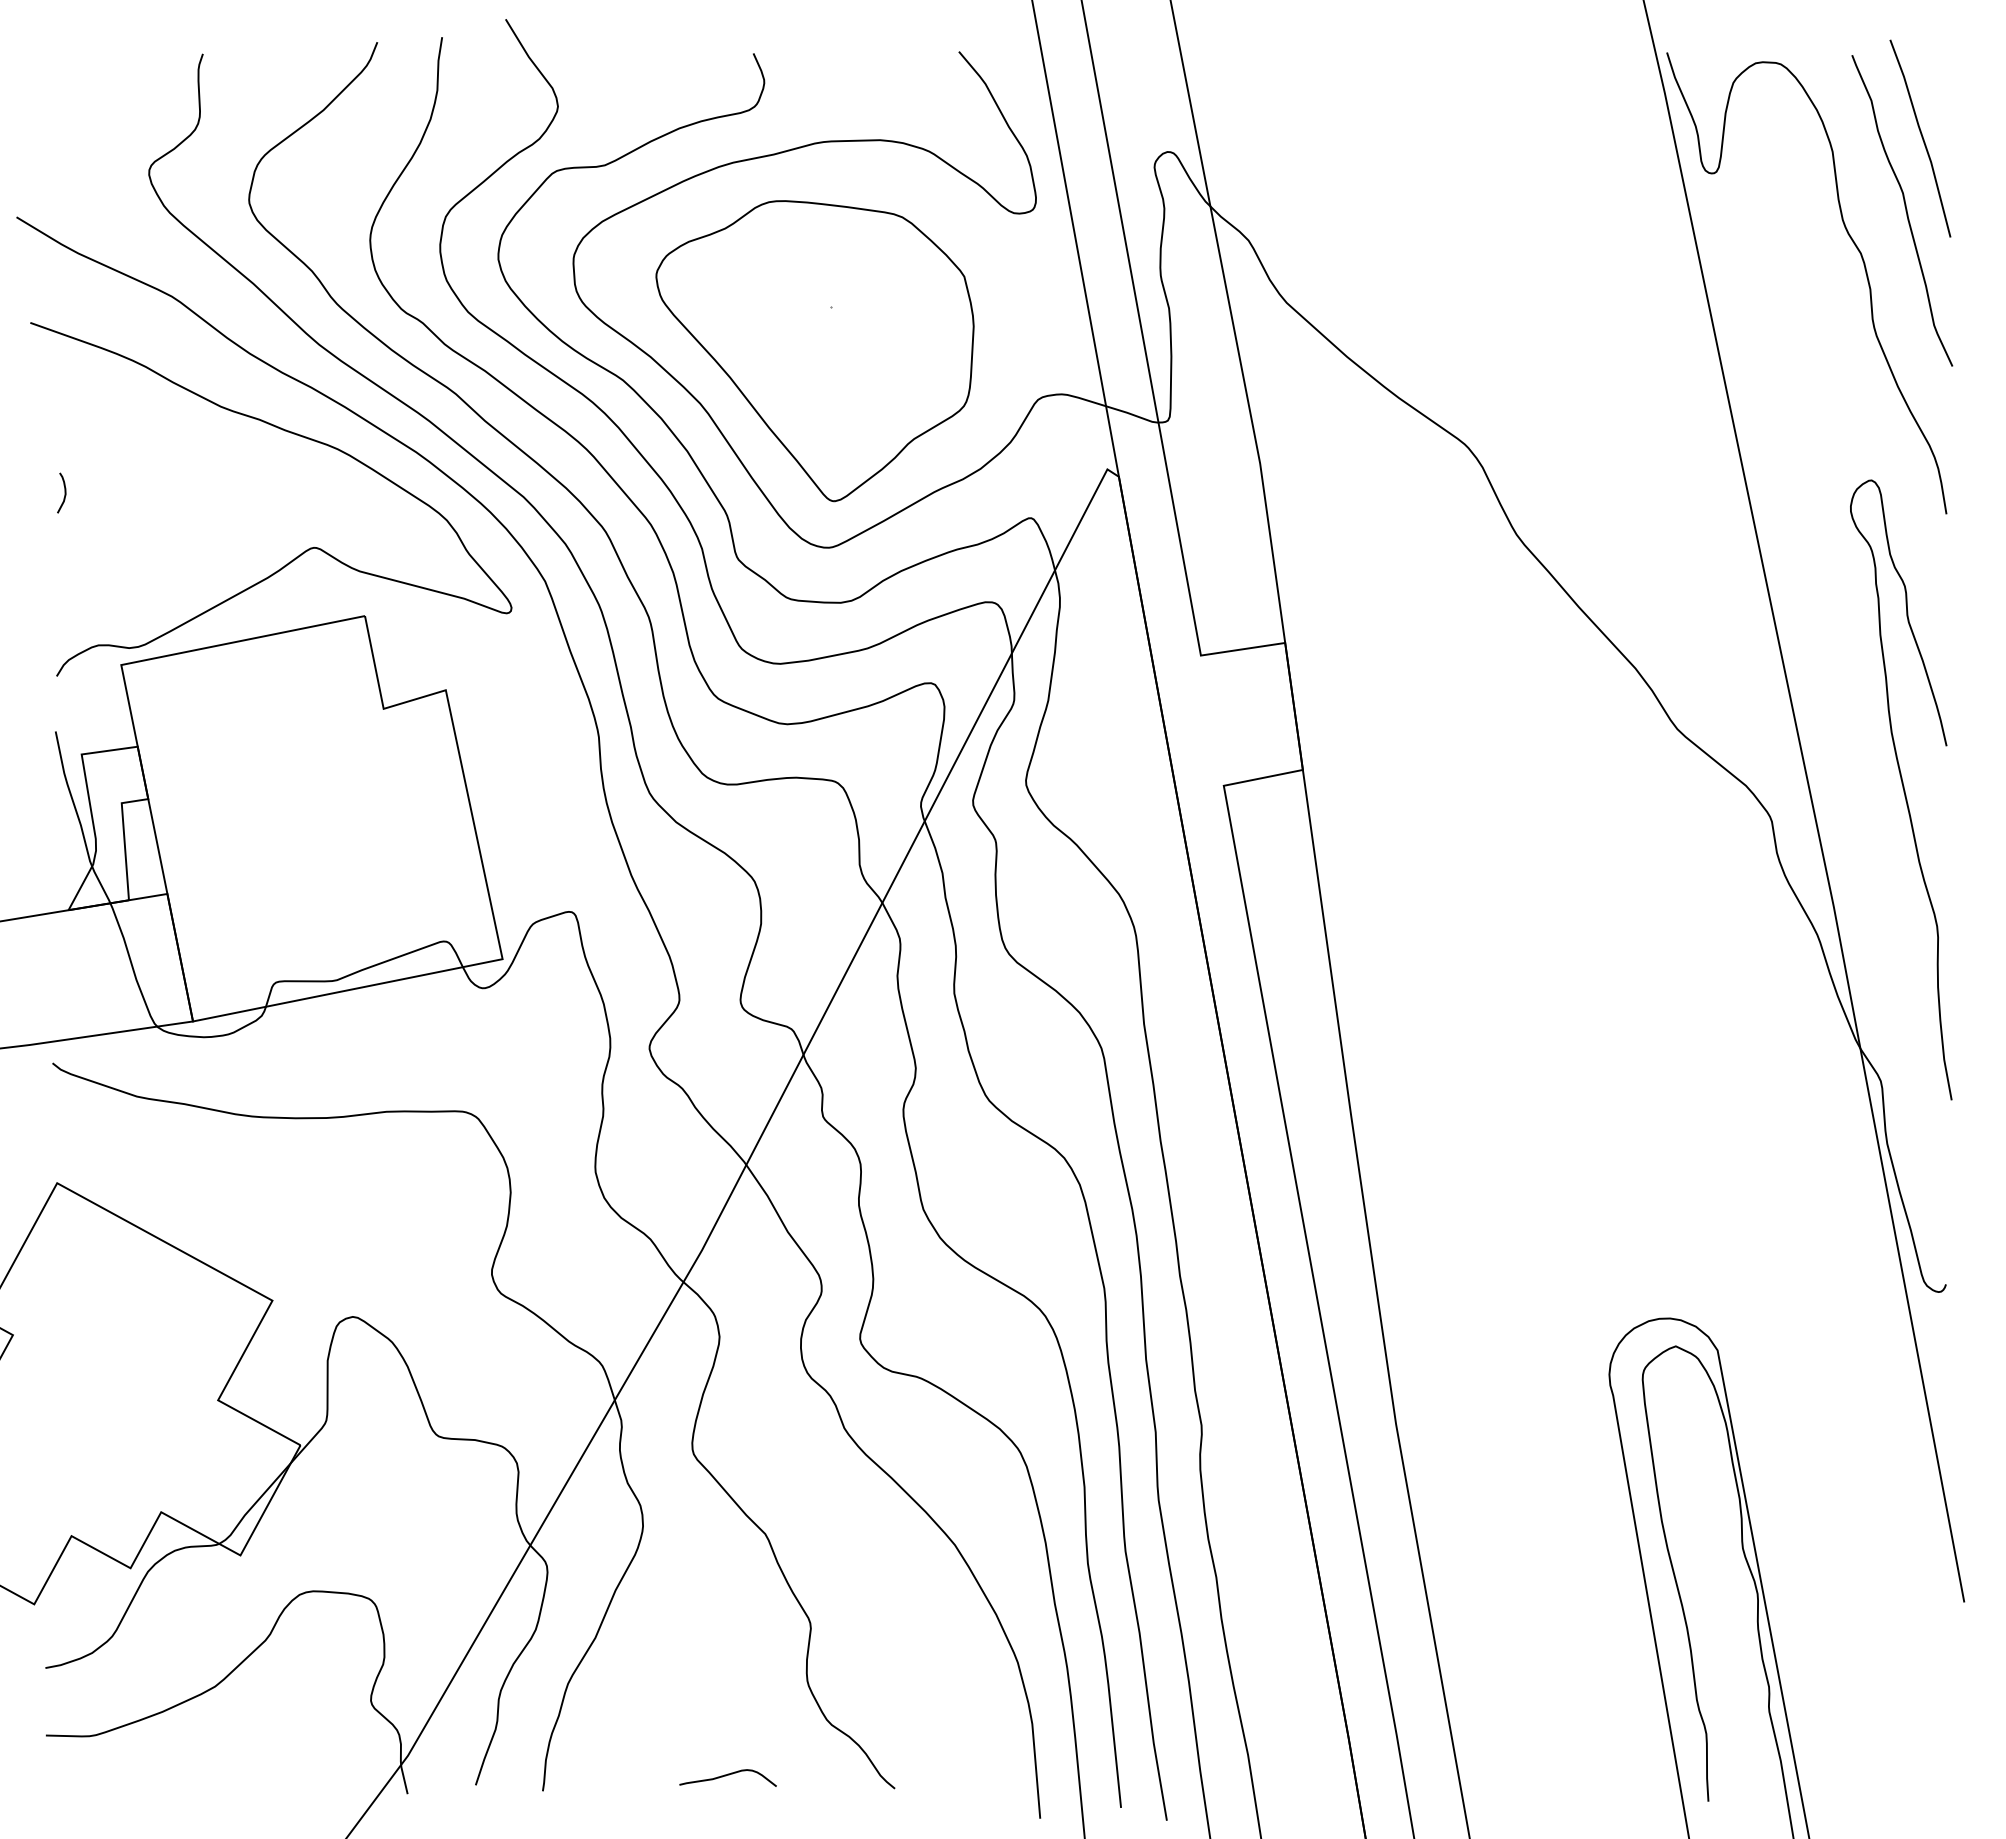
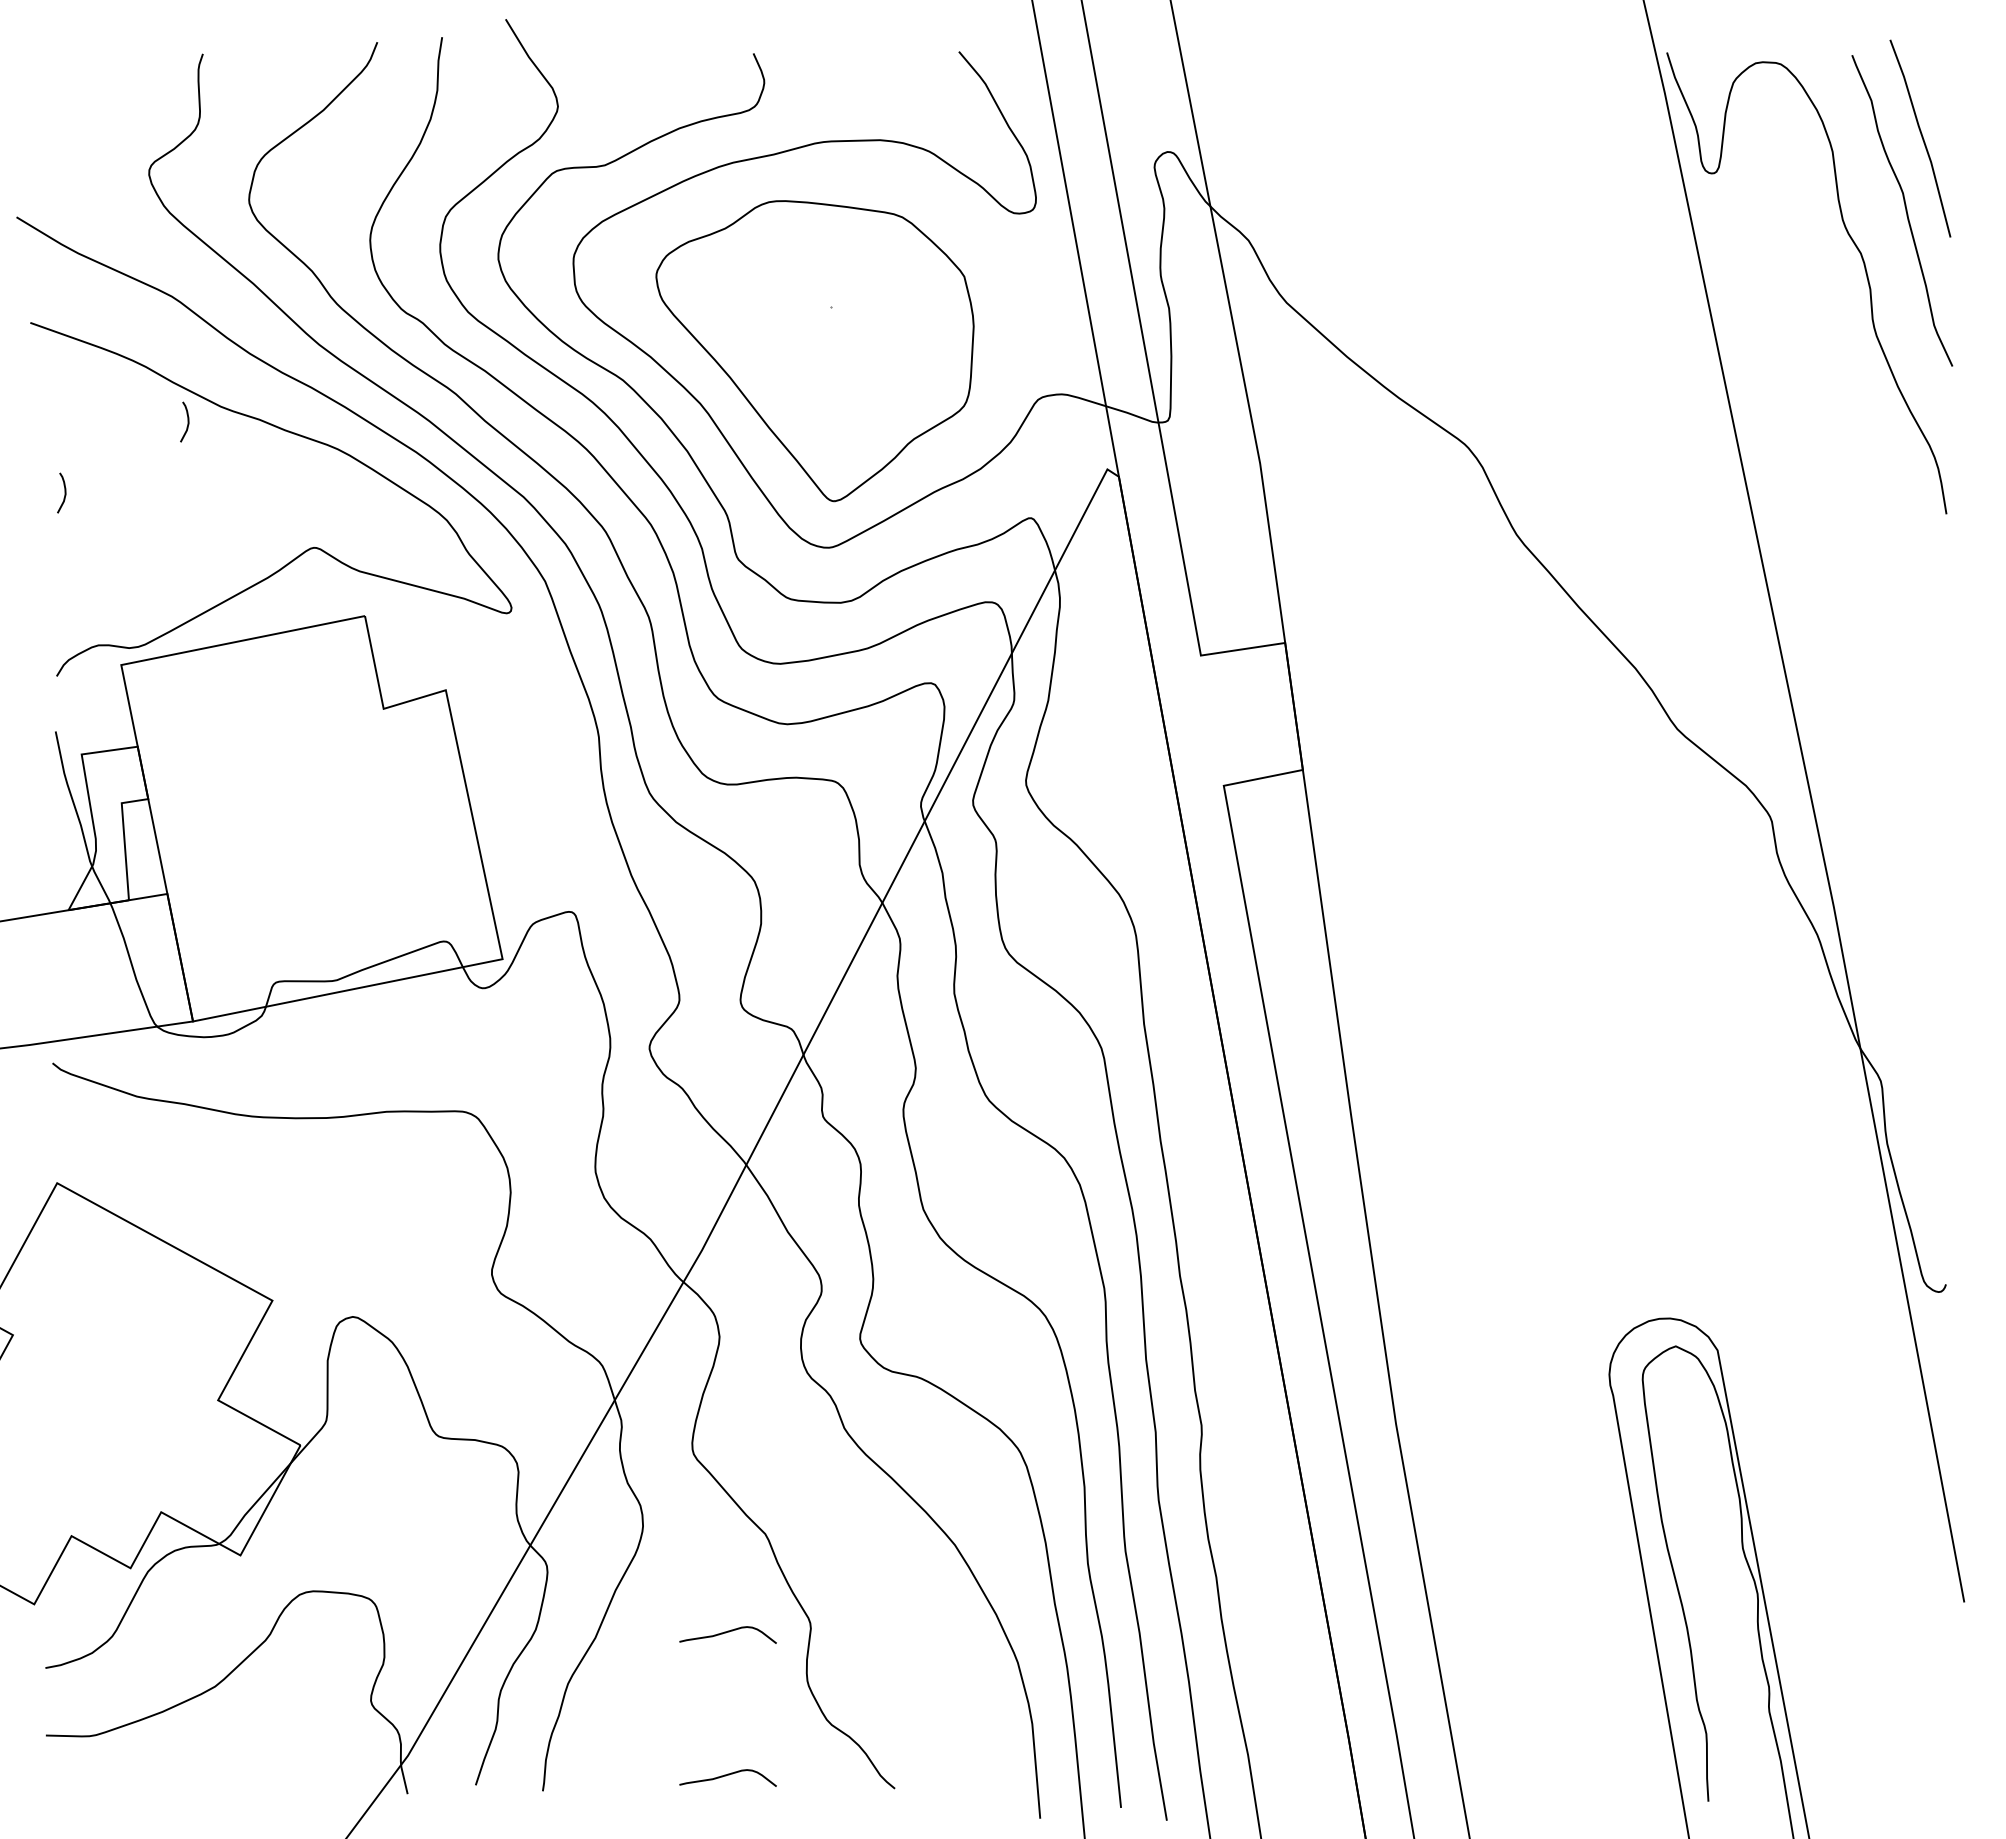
curve at (187, 421): none -> present
curve at (1902, 788): present -> none
curve at (726, 1633): none -> present
